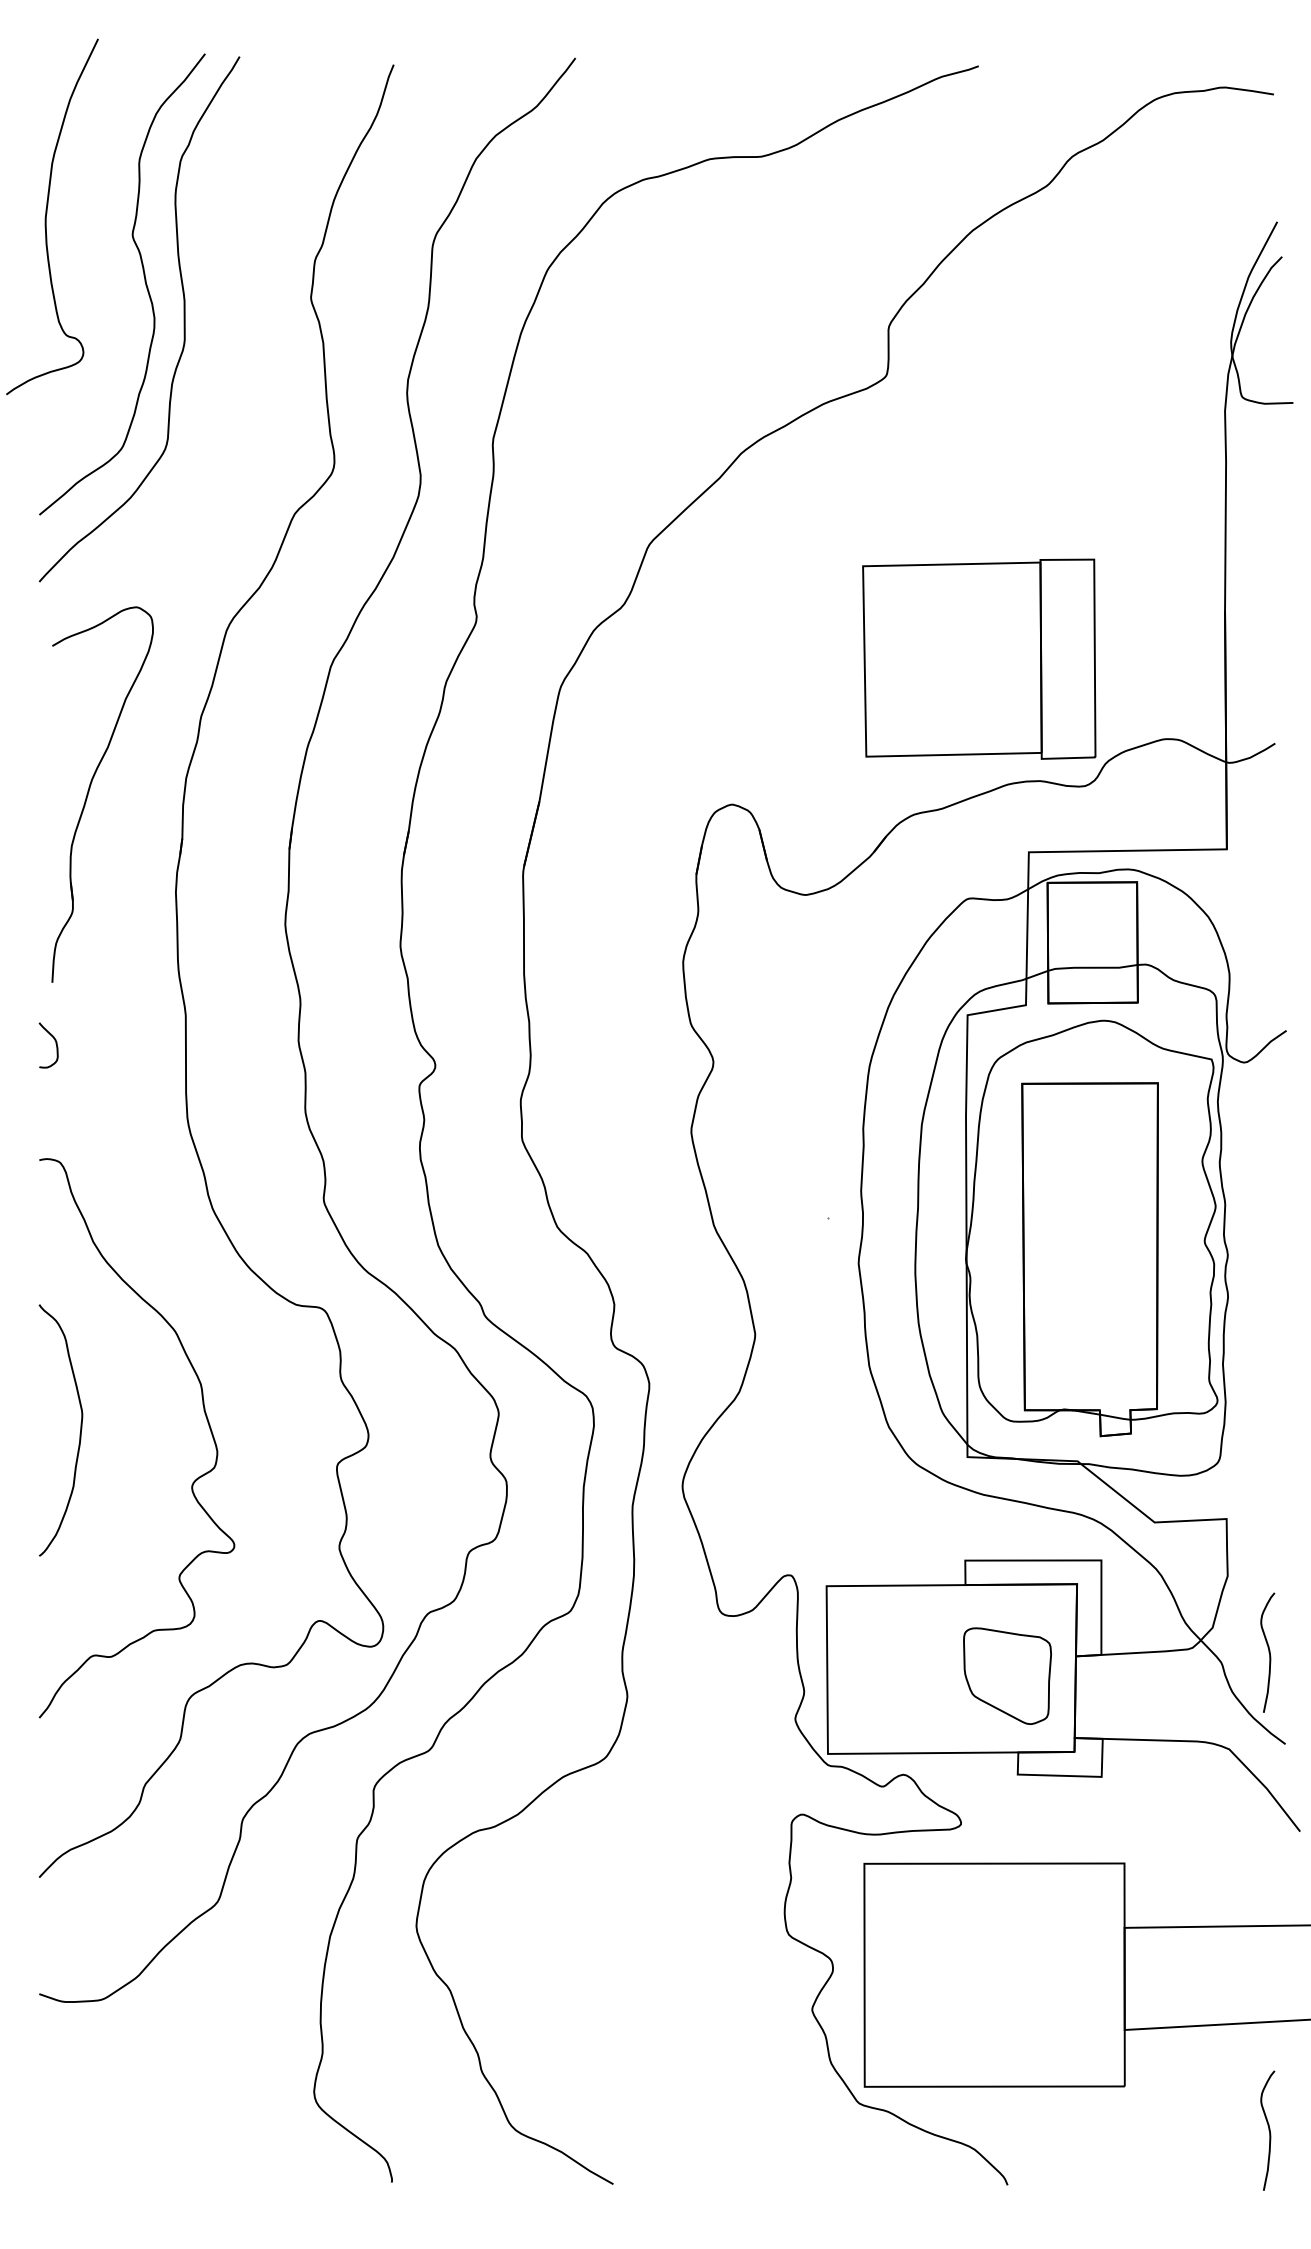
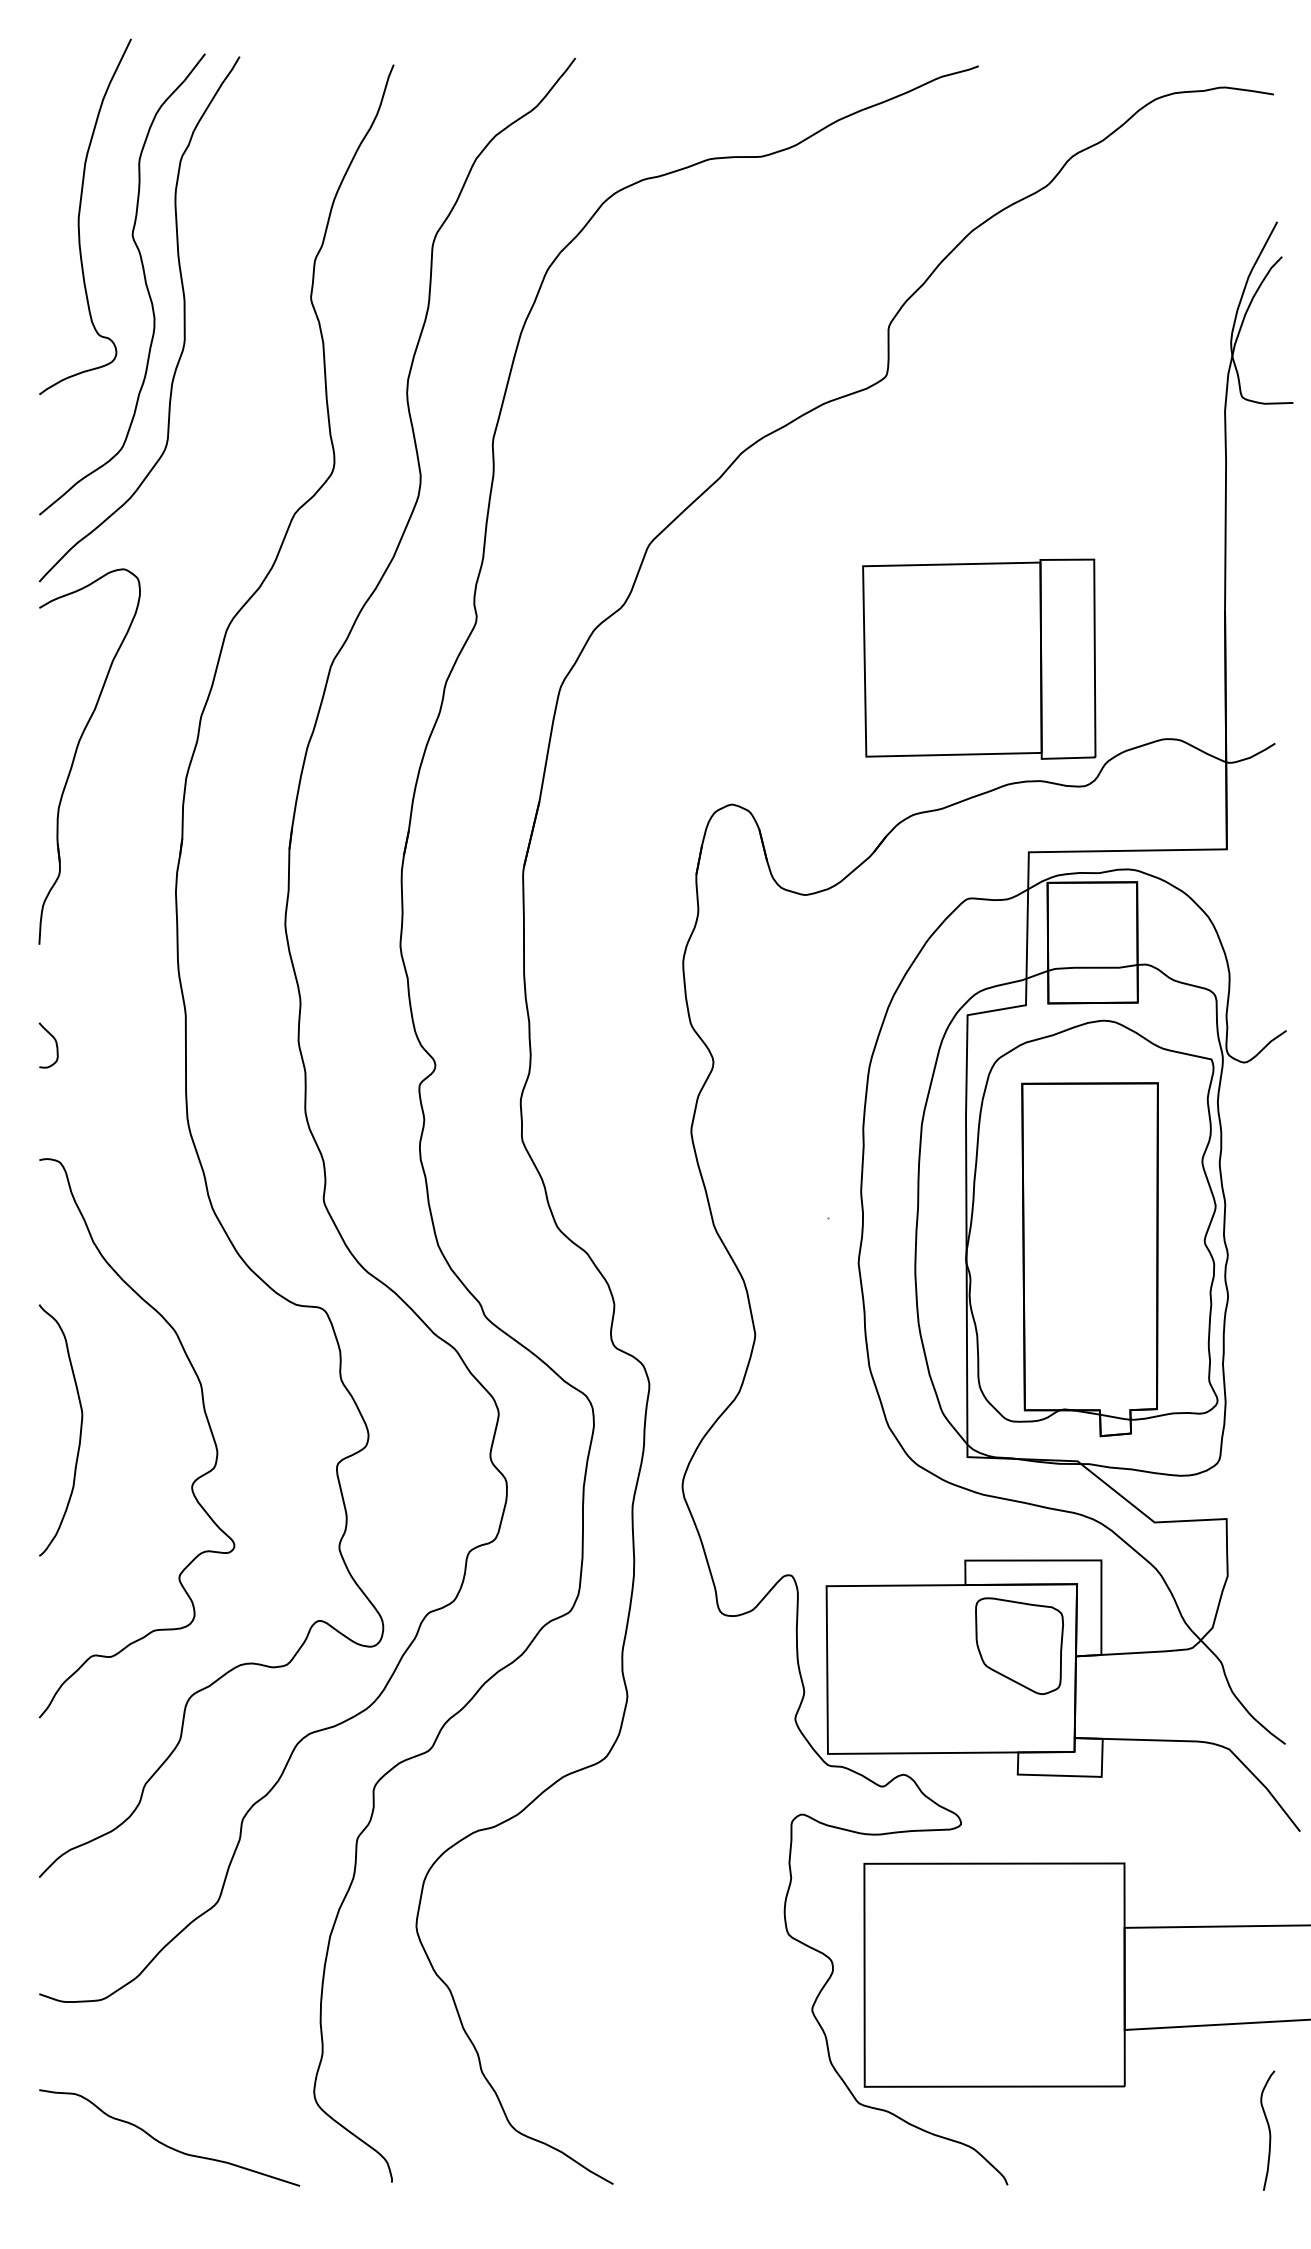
curve at (47, 213) position: (47, 213) -> (80, 213)
part at (89, 792) position: (89, 792) -> (76, 754)
curve at (1268, 1652): present -> none
part at (1007, 1675) position: (1007, 1675) -> (1019, 1645)
curve at (166, 2144): none -> present
